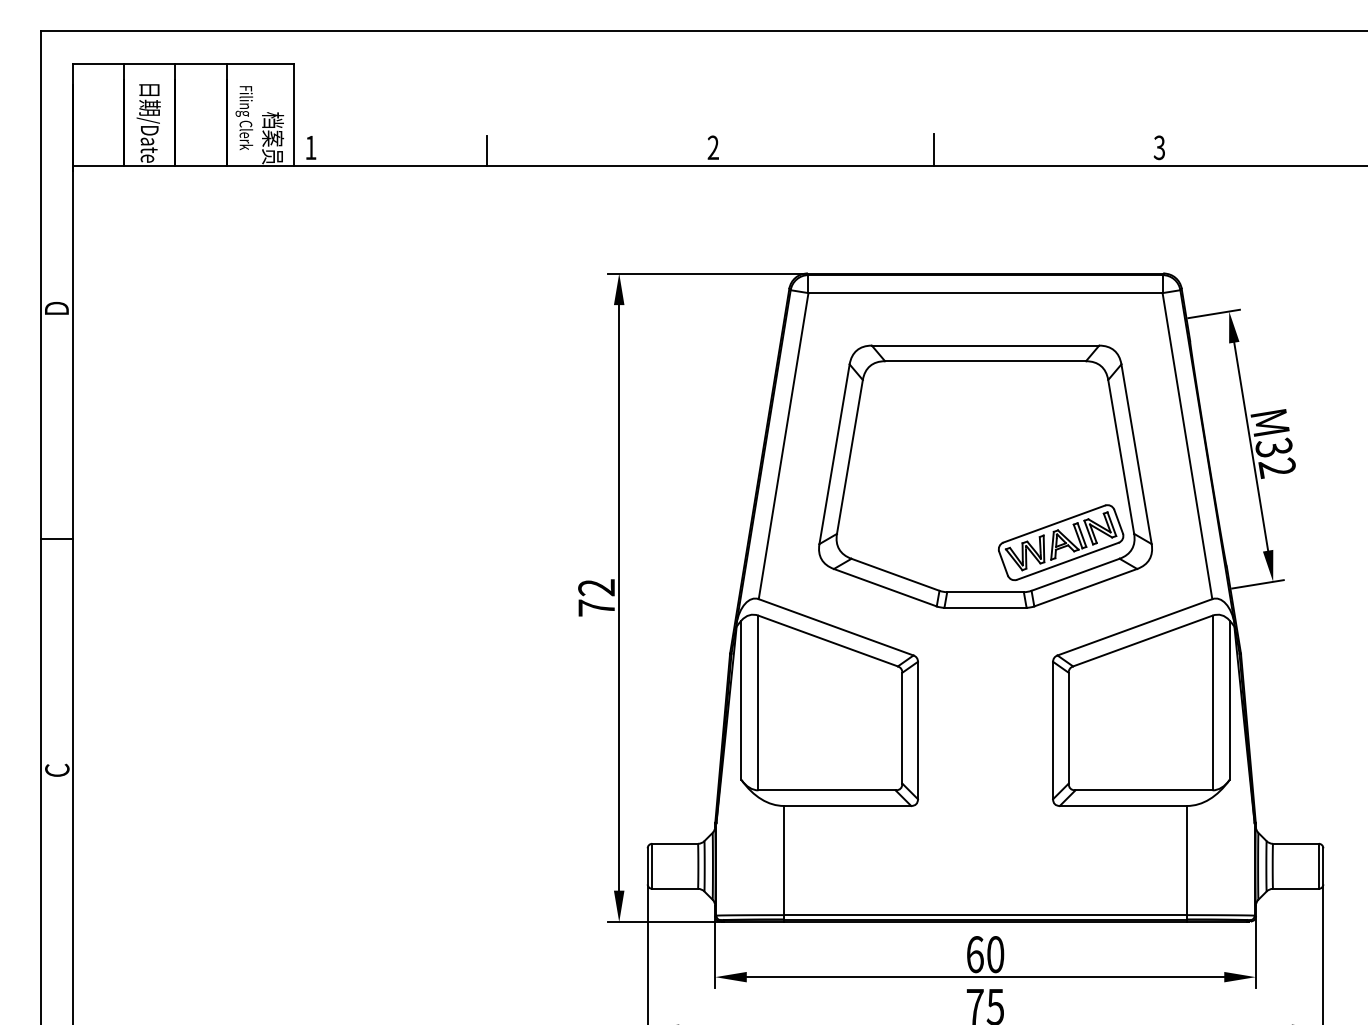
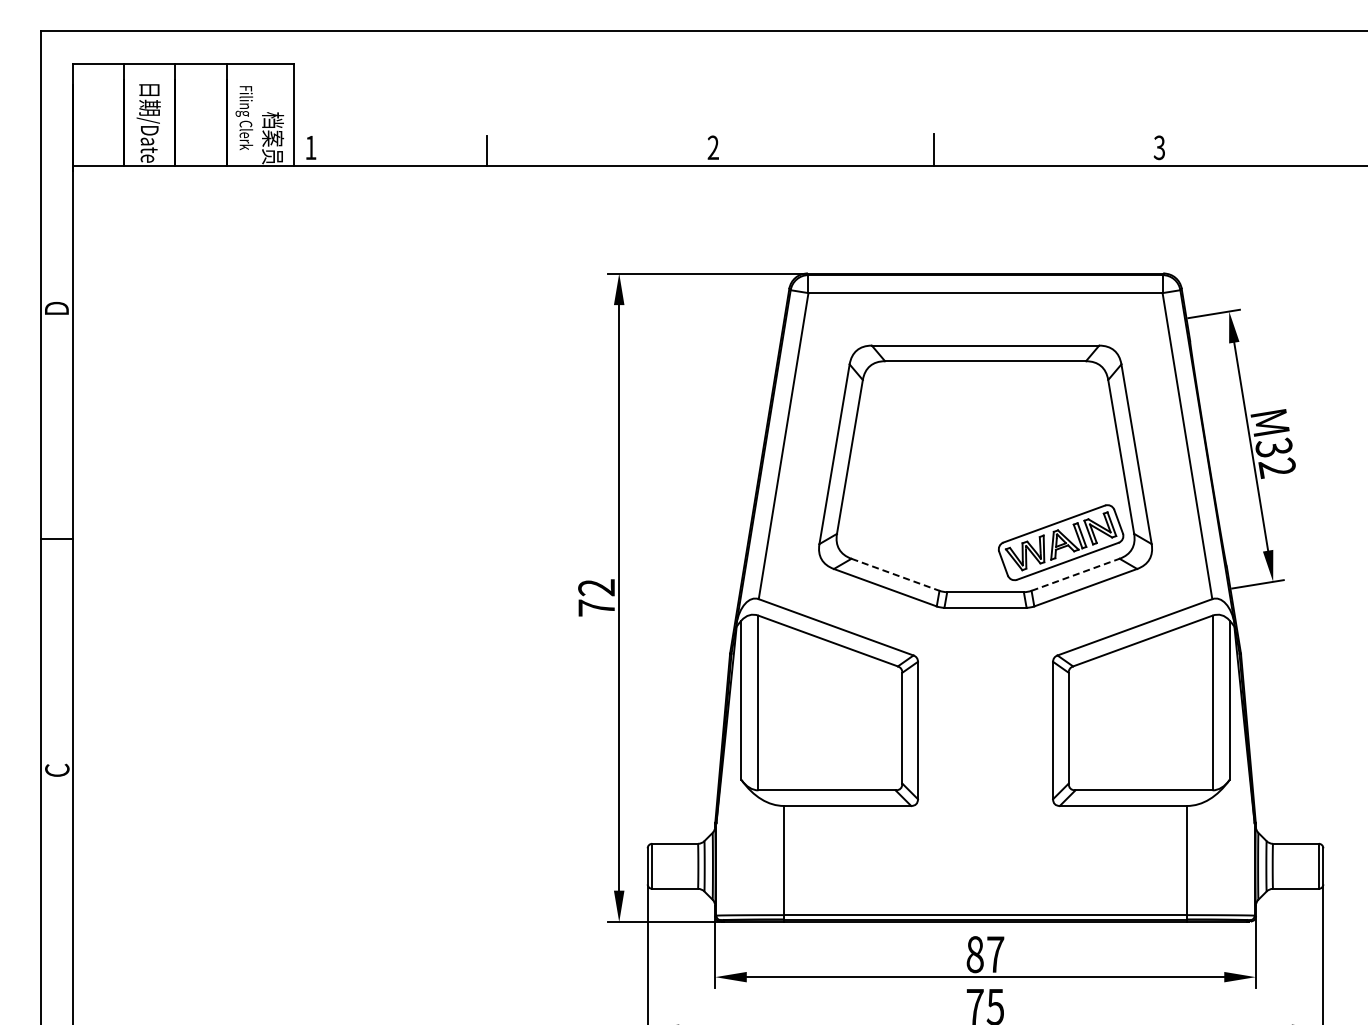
line at (895, 574): solid -> dashed
line at (1075, 574): solid -> dashed
text at (985, 954): 60 -> 87
